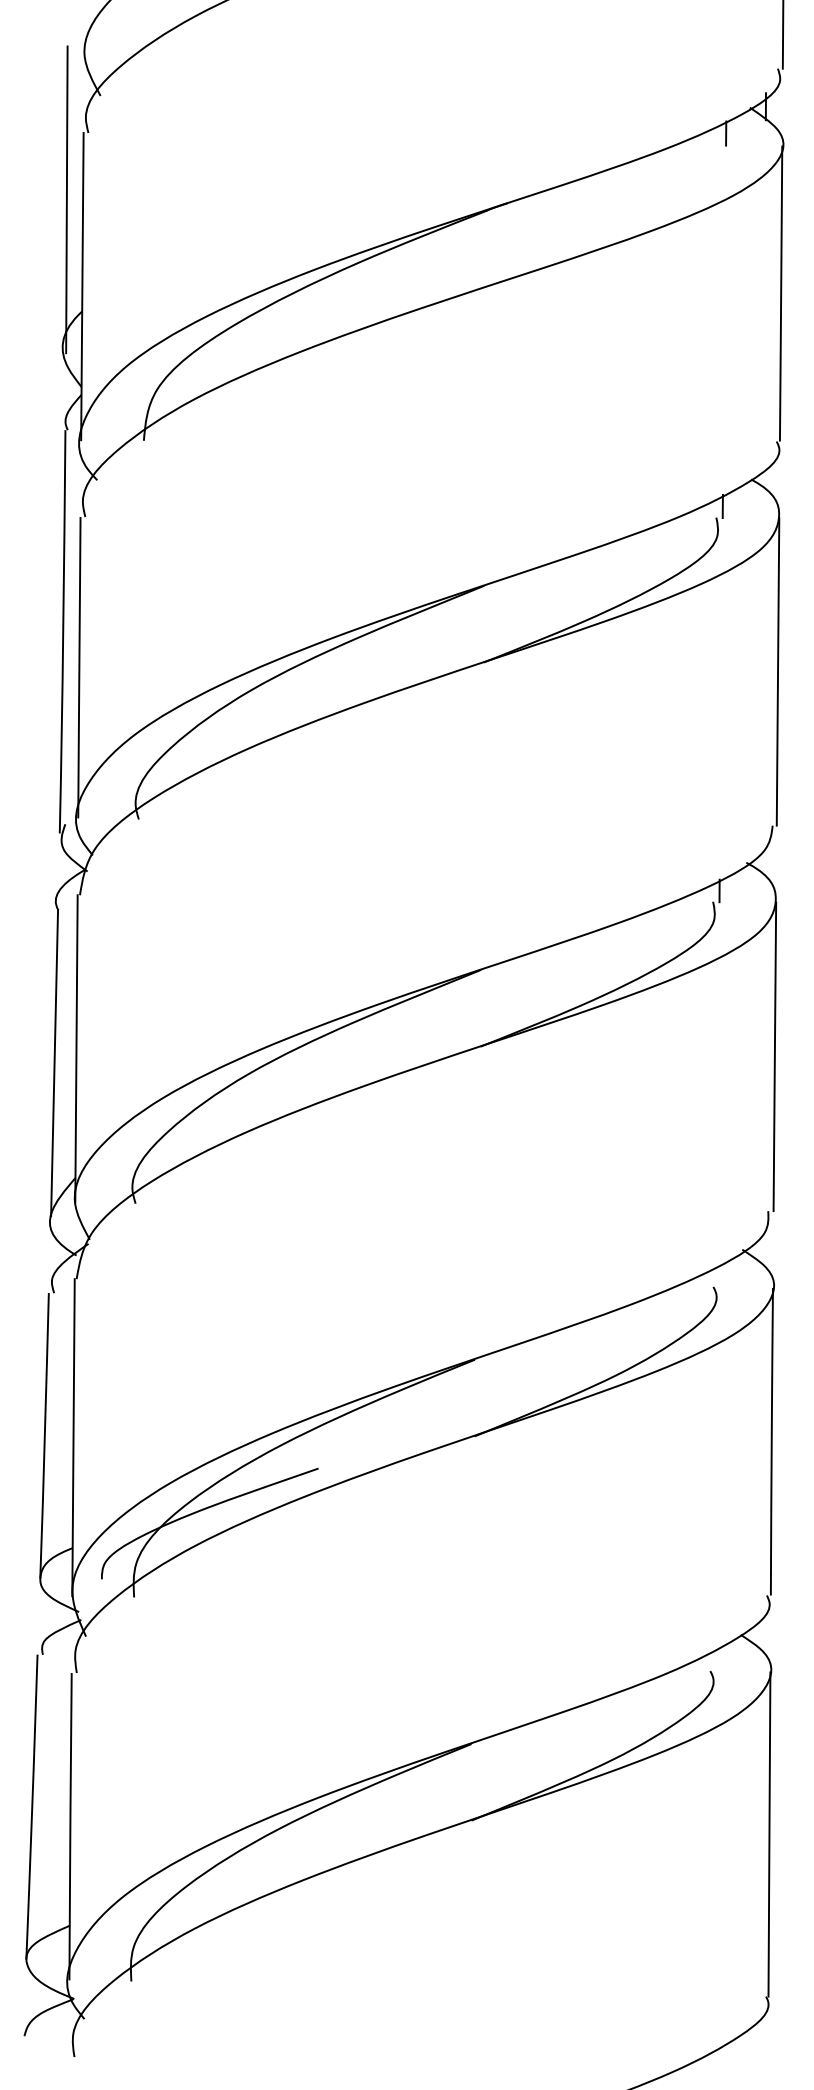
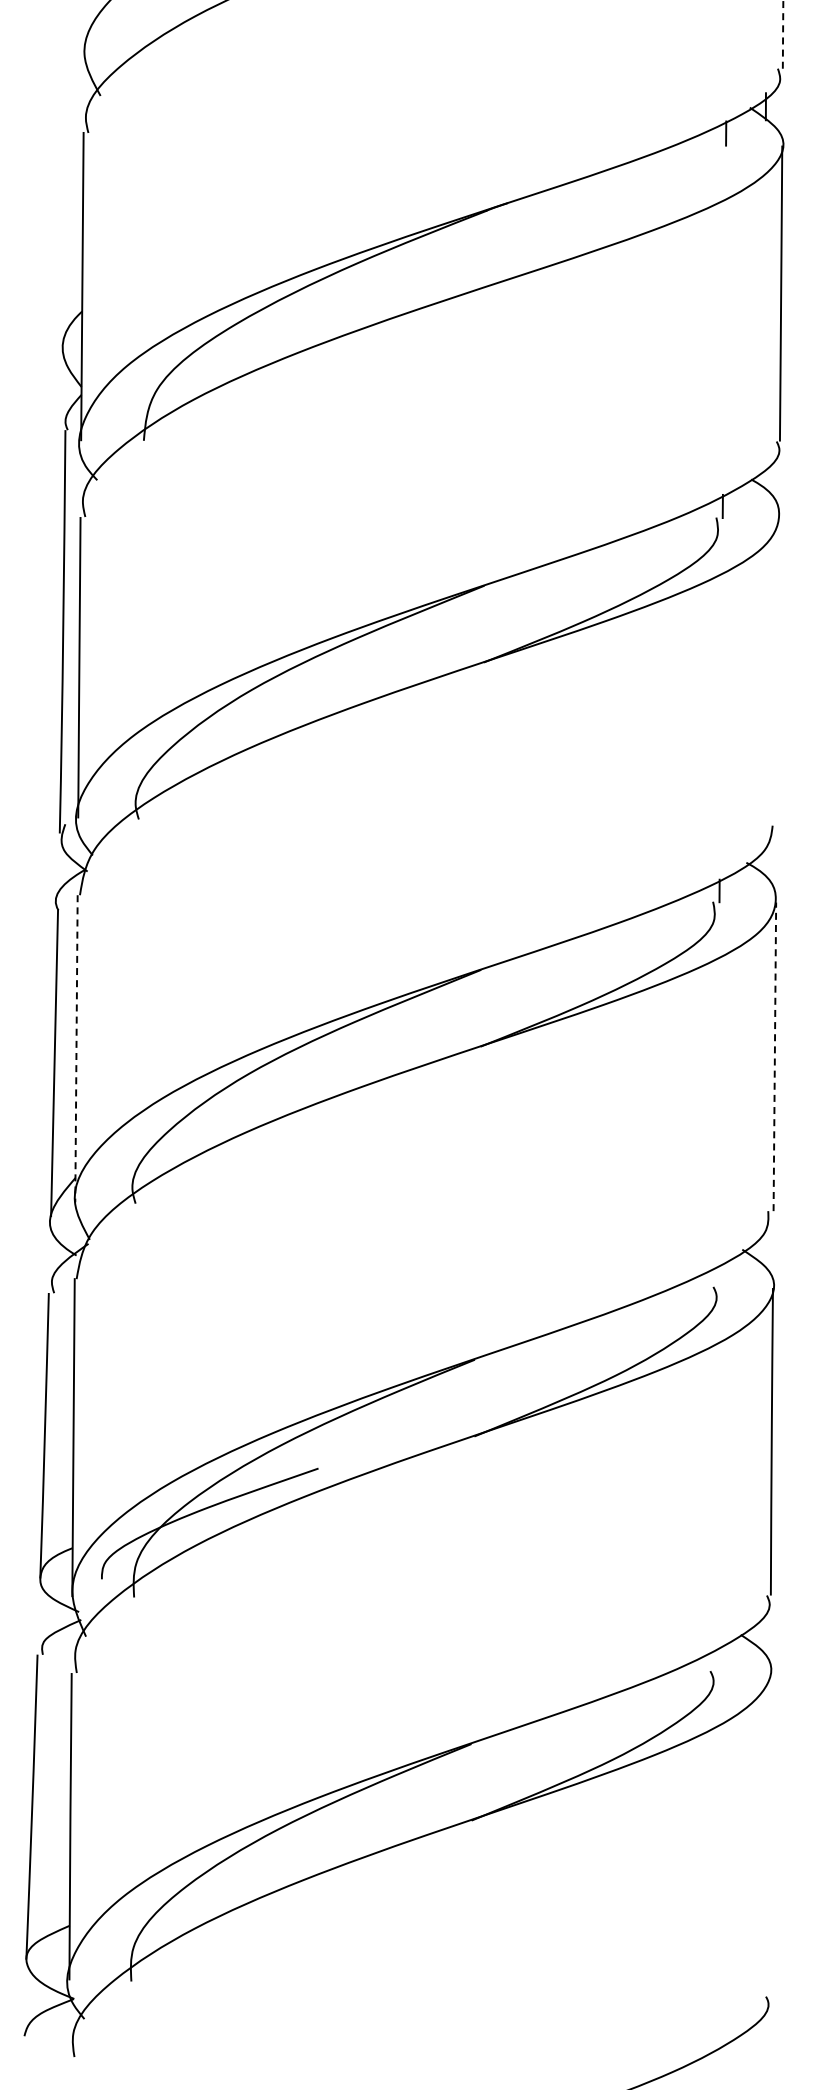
line at (783, 34): solid -> dashed
line at (66, 199): present -> none
line at (777, 671): present -> none
line at (76, 1048): solid -> dashed
line at (774, 1056): solid -> dashed
line at (769, 1834): present -> none
